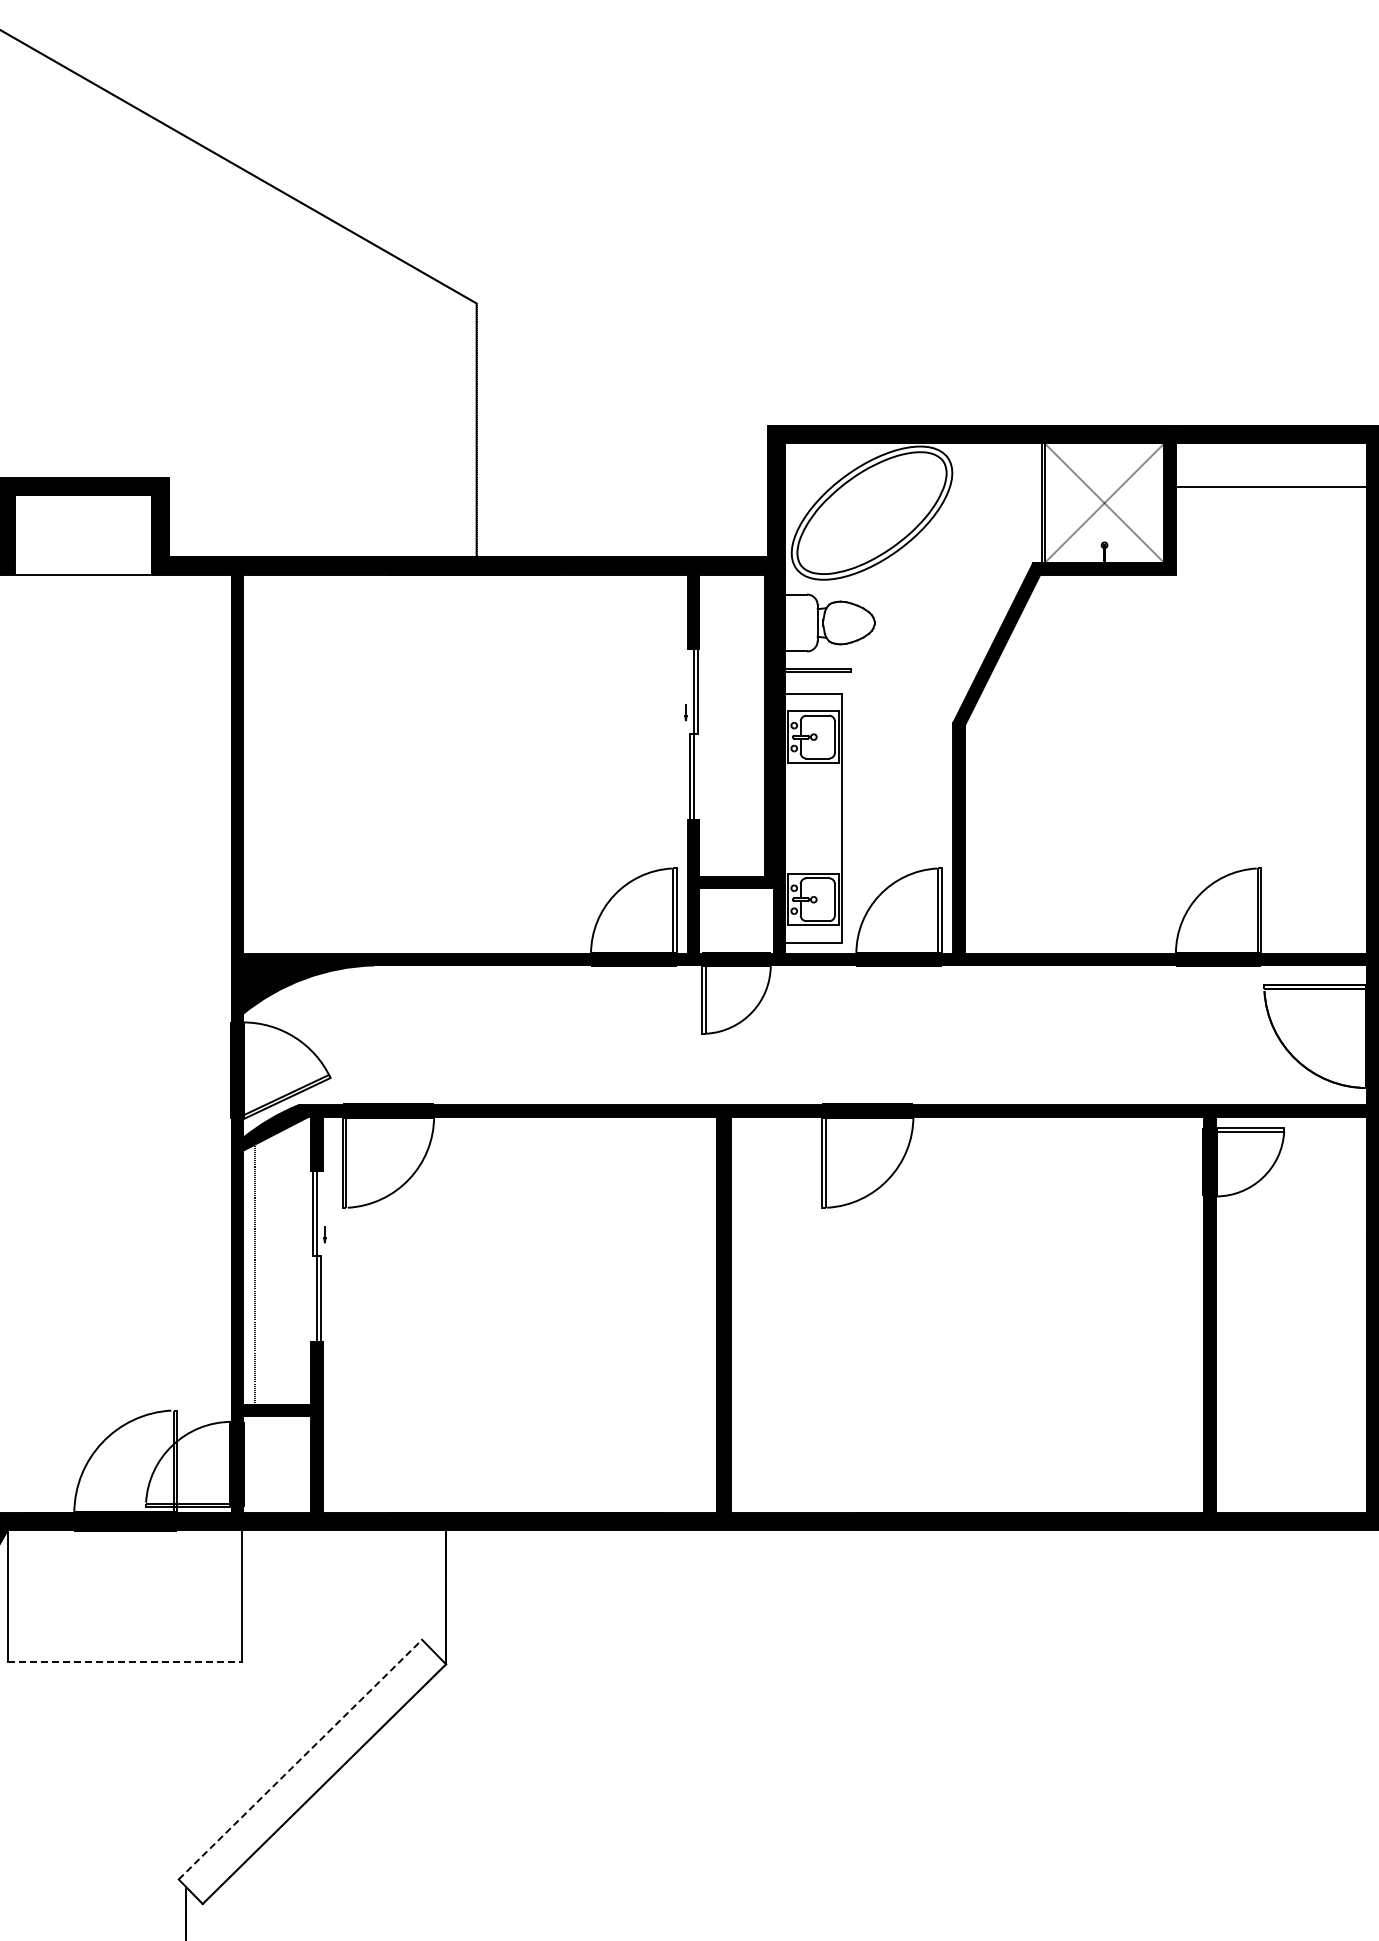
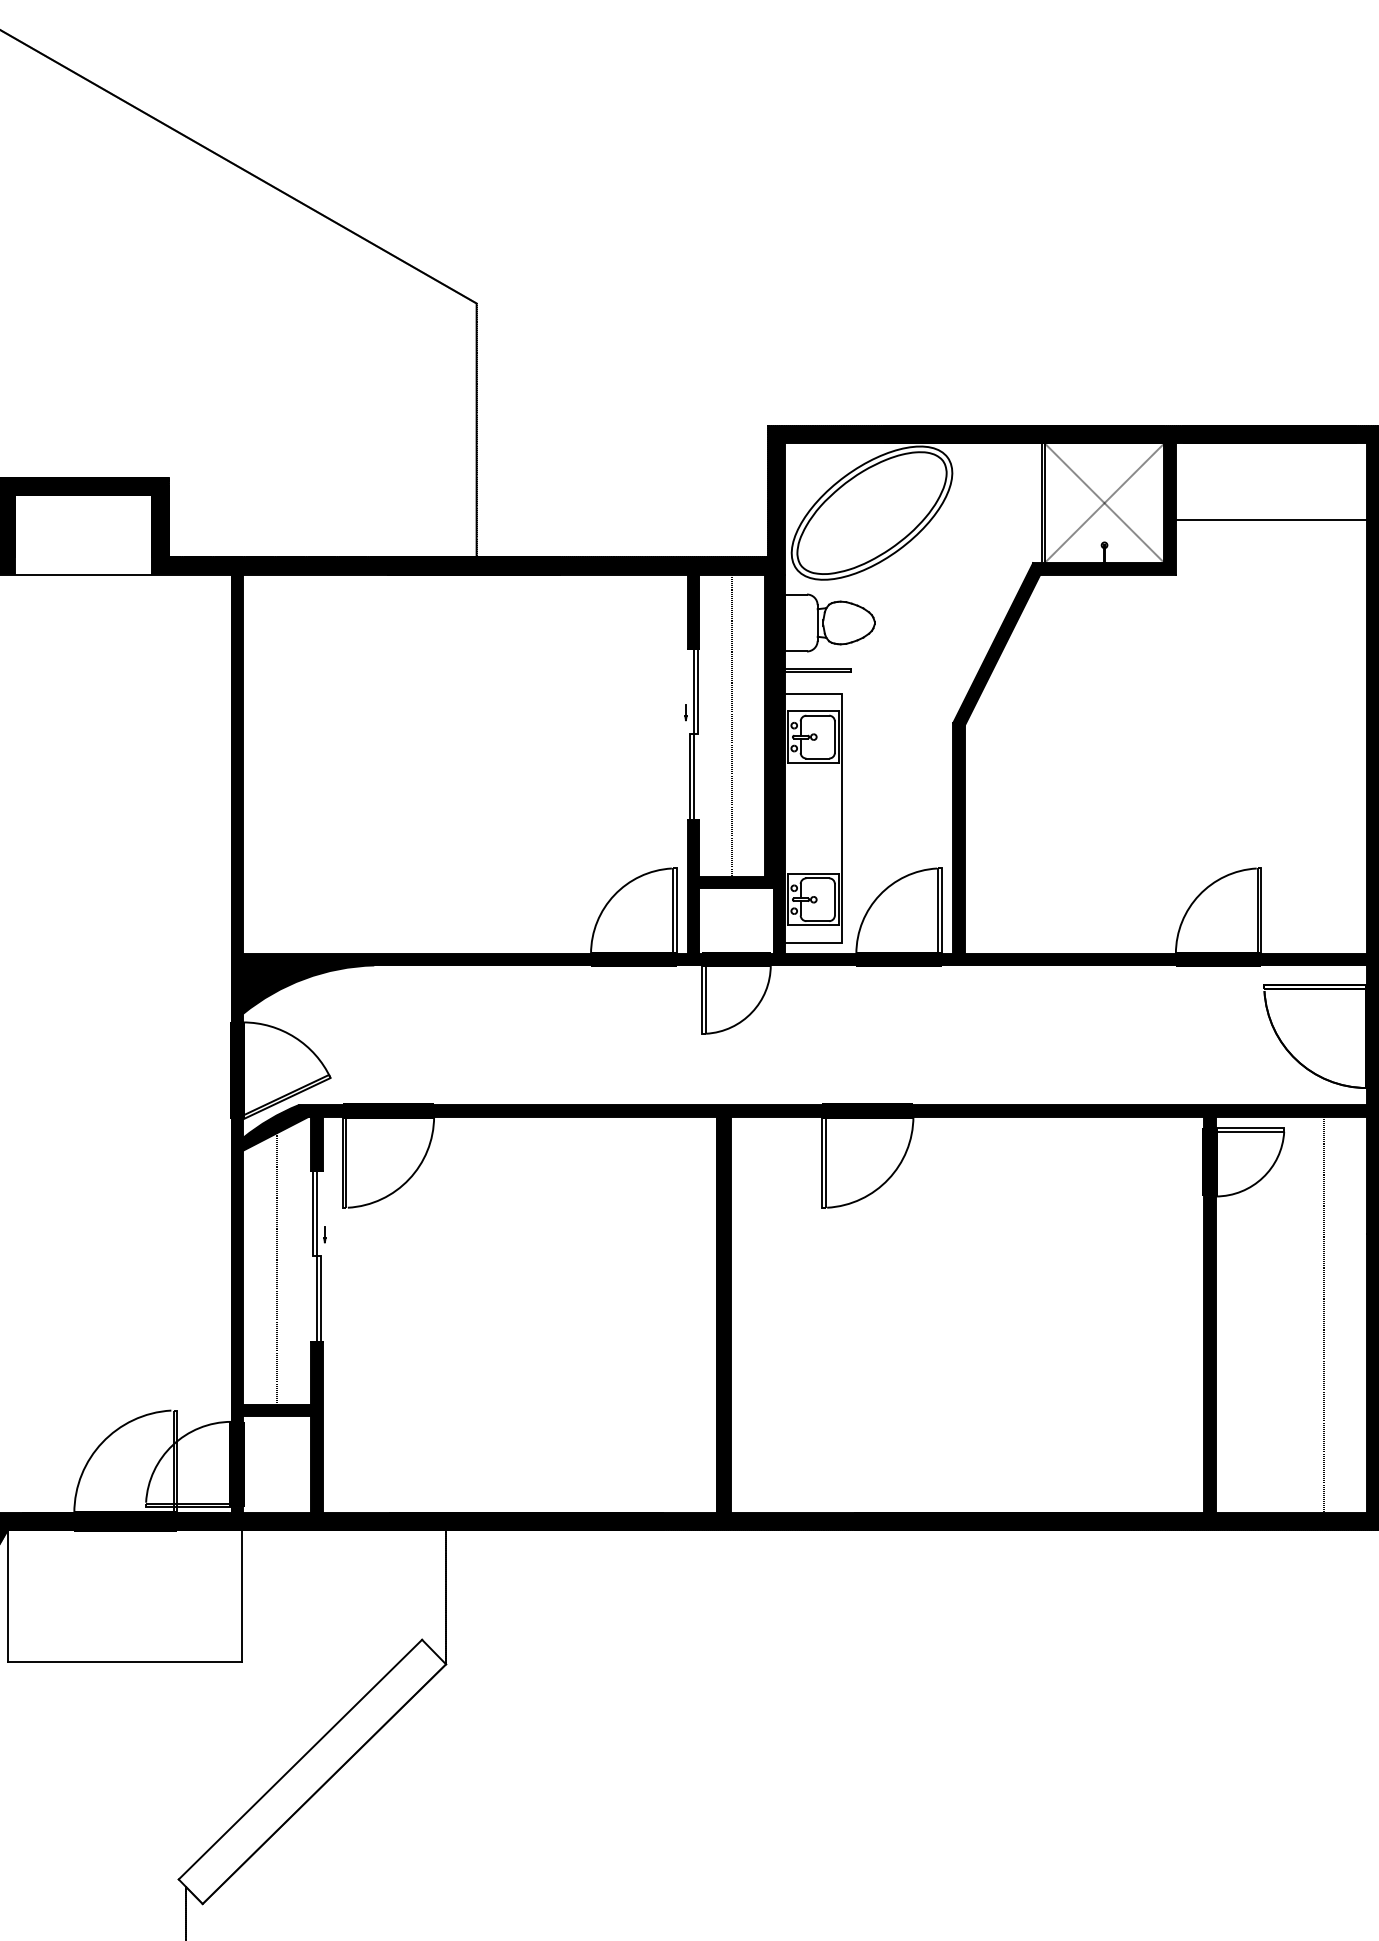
line at (1271, 487) position: (1271, 487) -> (1271, 520)
line at (732, 725): none -> present
line at (255, 1268) position: (255, 1268) -> (277, 1268)
line at (1324, 1314): none -> present
line at (124, 1661): dashed -> solid
line at (300, 1759): dashed -> solid
